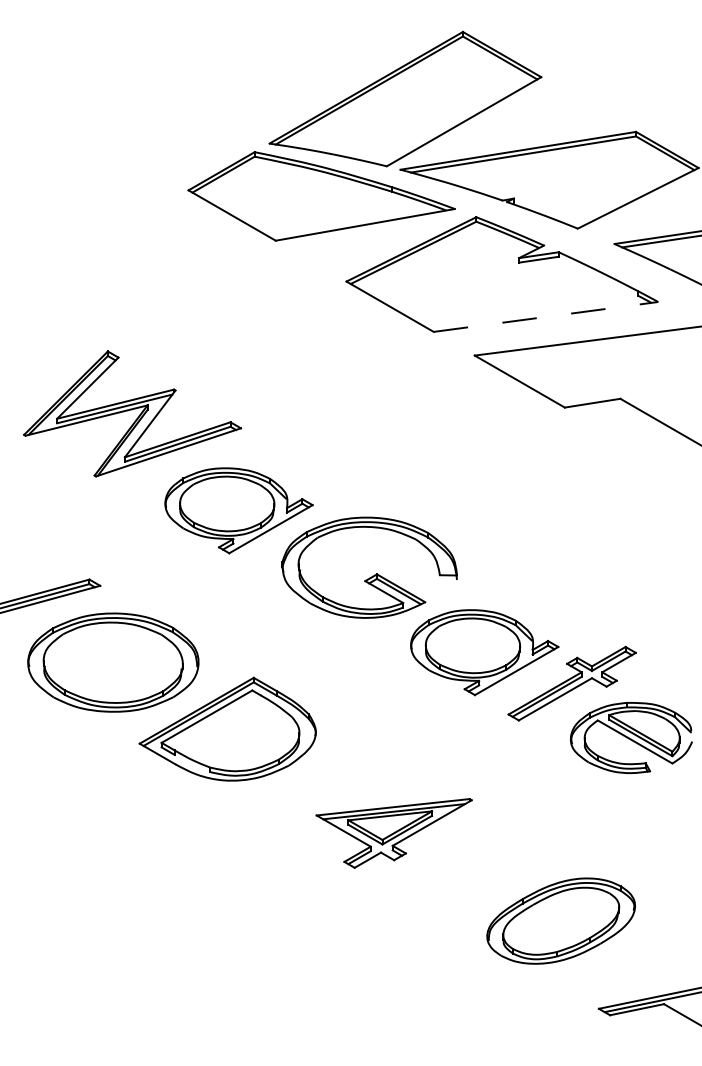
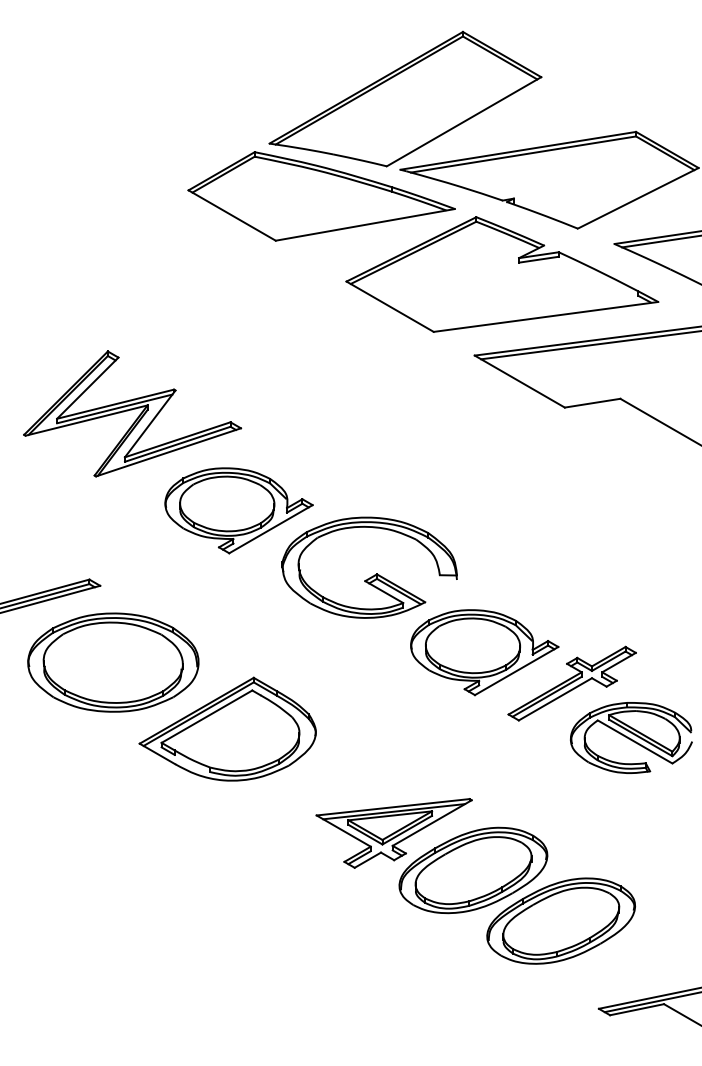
line at (546, 316): dashed -> solid
line at (589, 345): none -> present
part at (473, 870): none -> present
